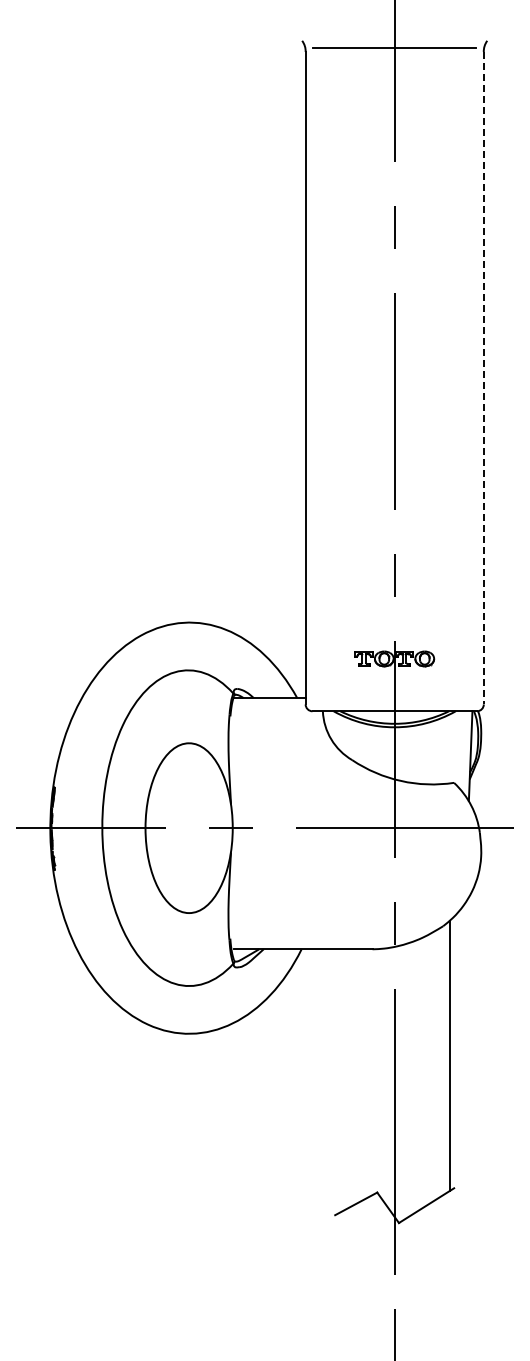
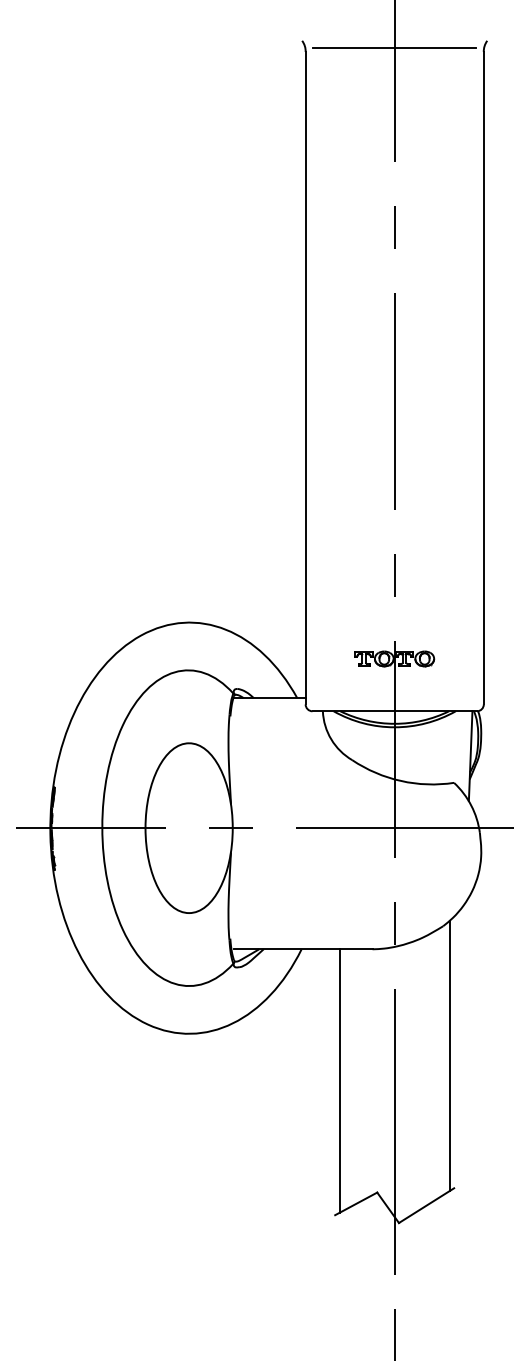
line at (483, 378): dashed -> solid
line at (339, 1080): none -> present
